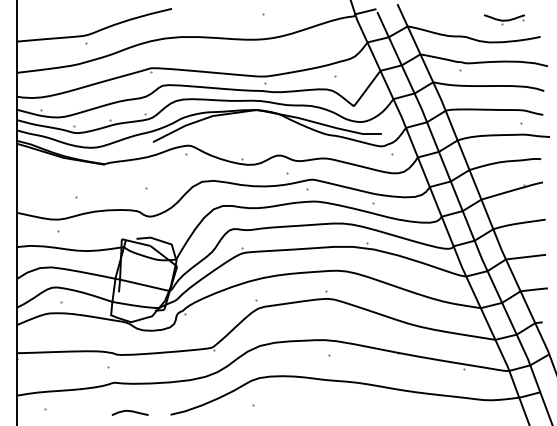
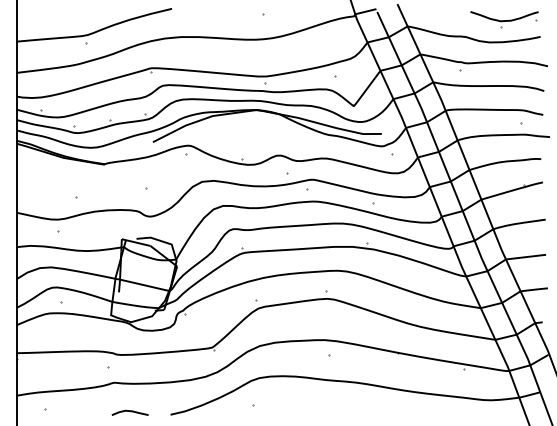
part at (504, 19) size: 41x12 px -> 69x18 px
